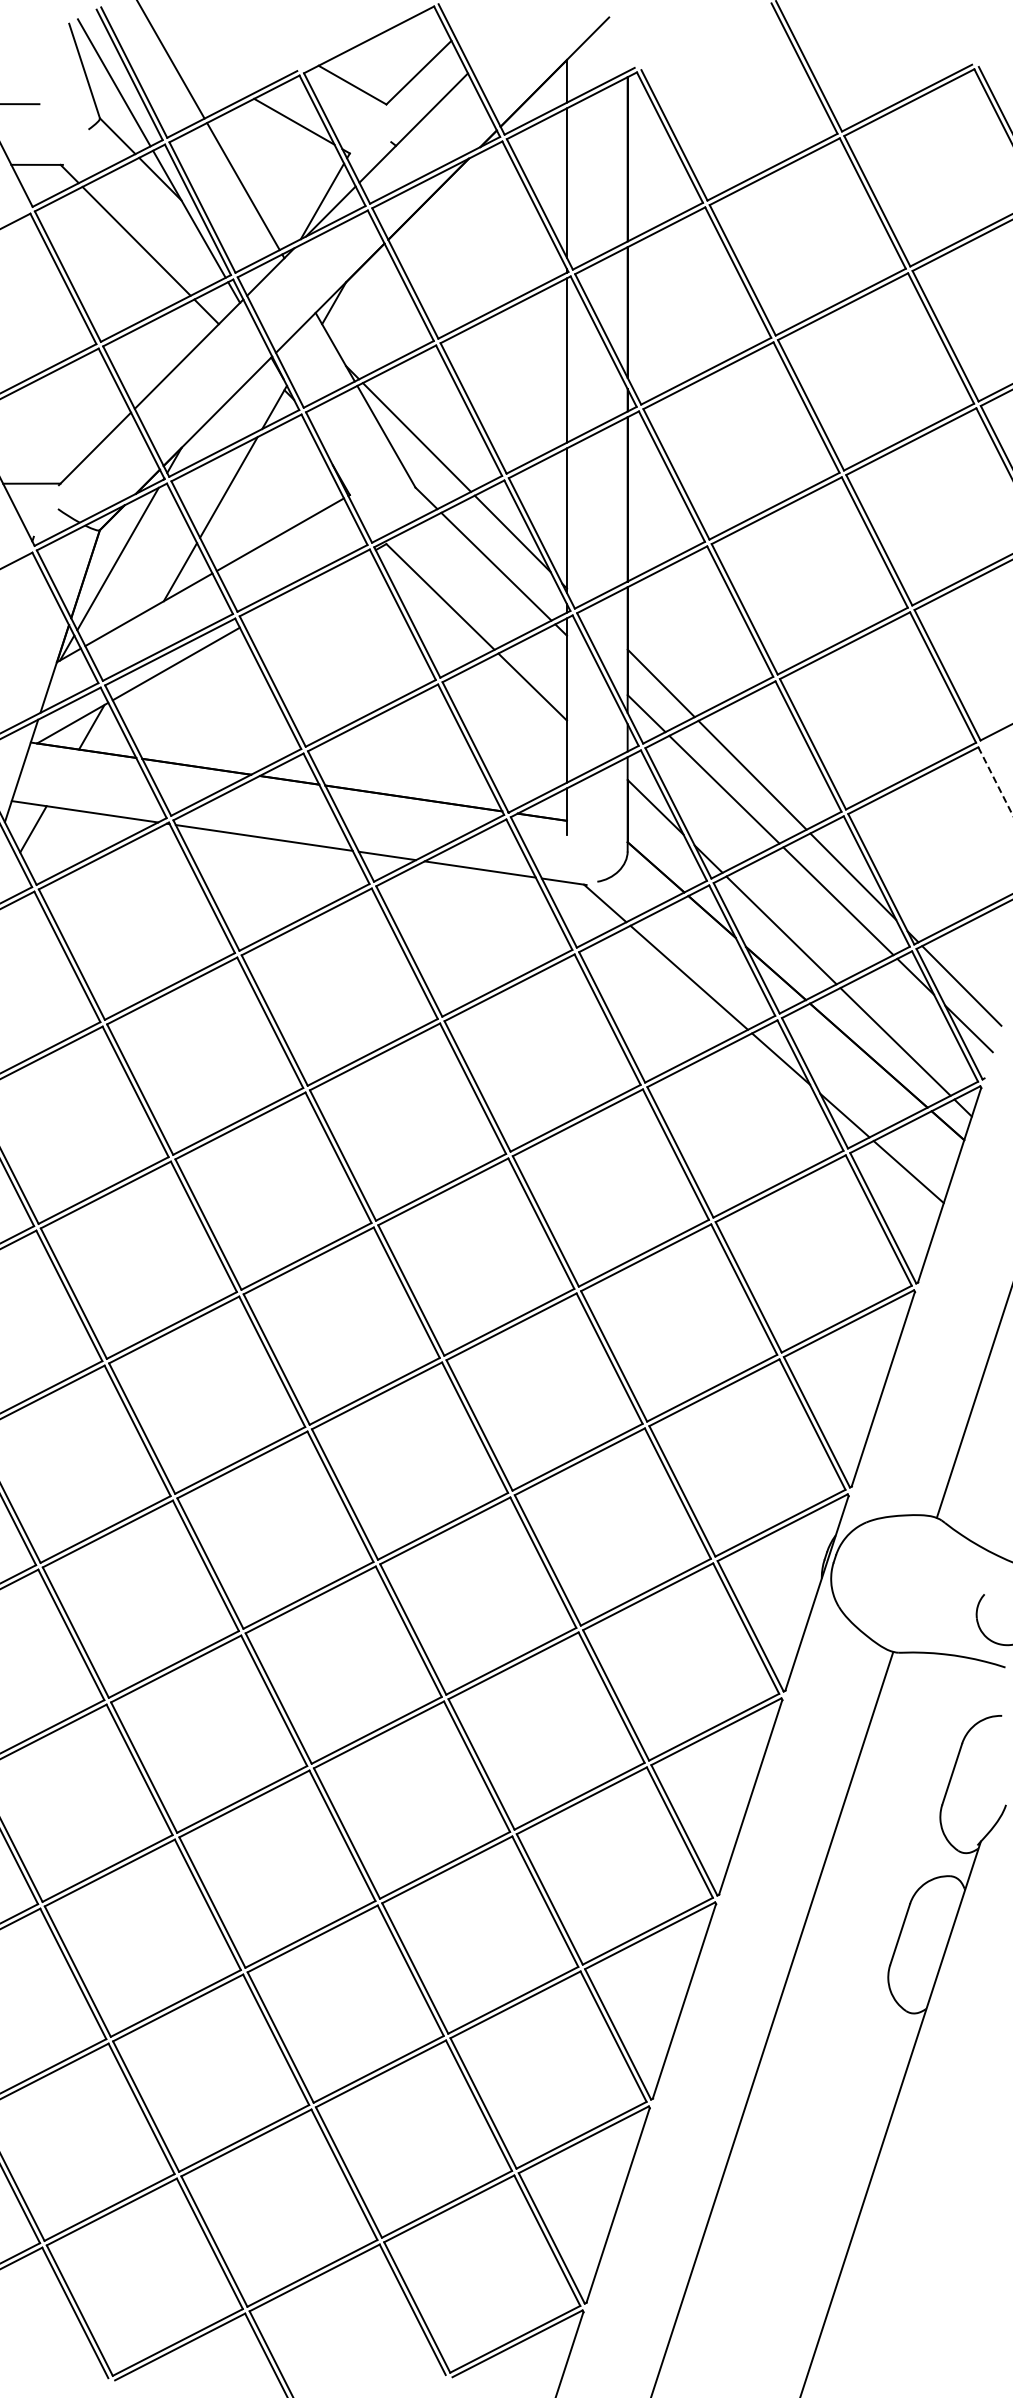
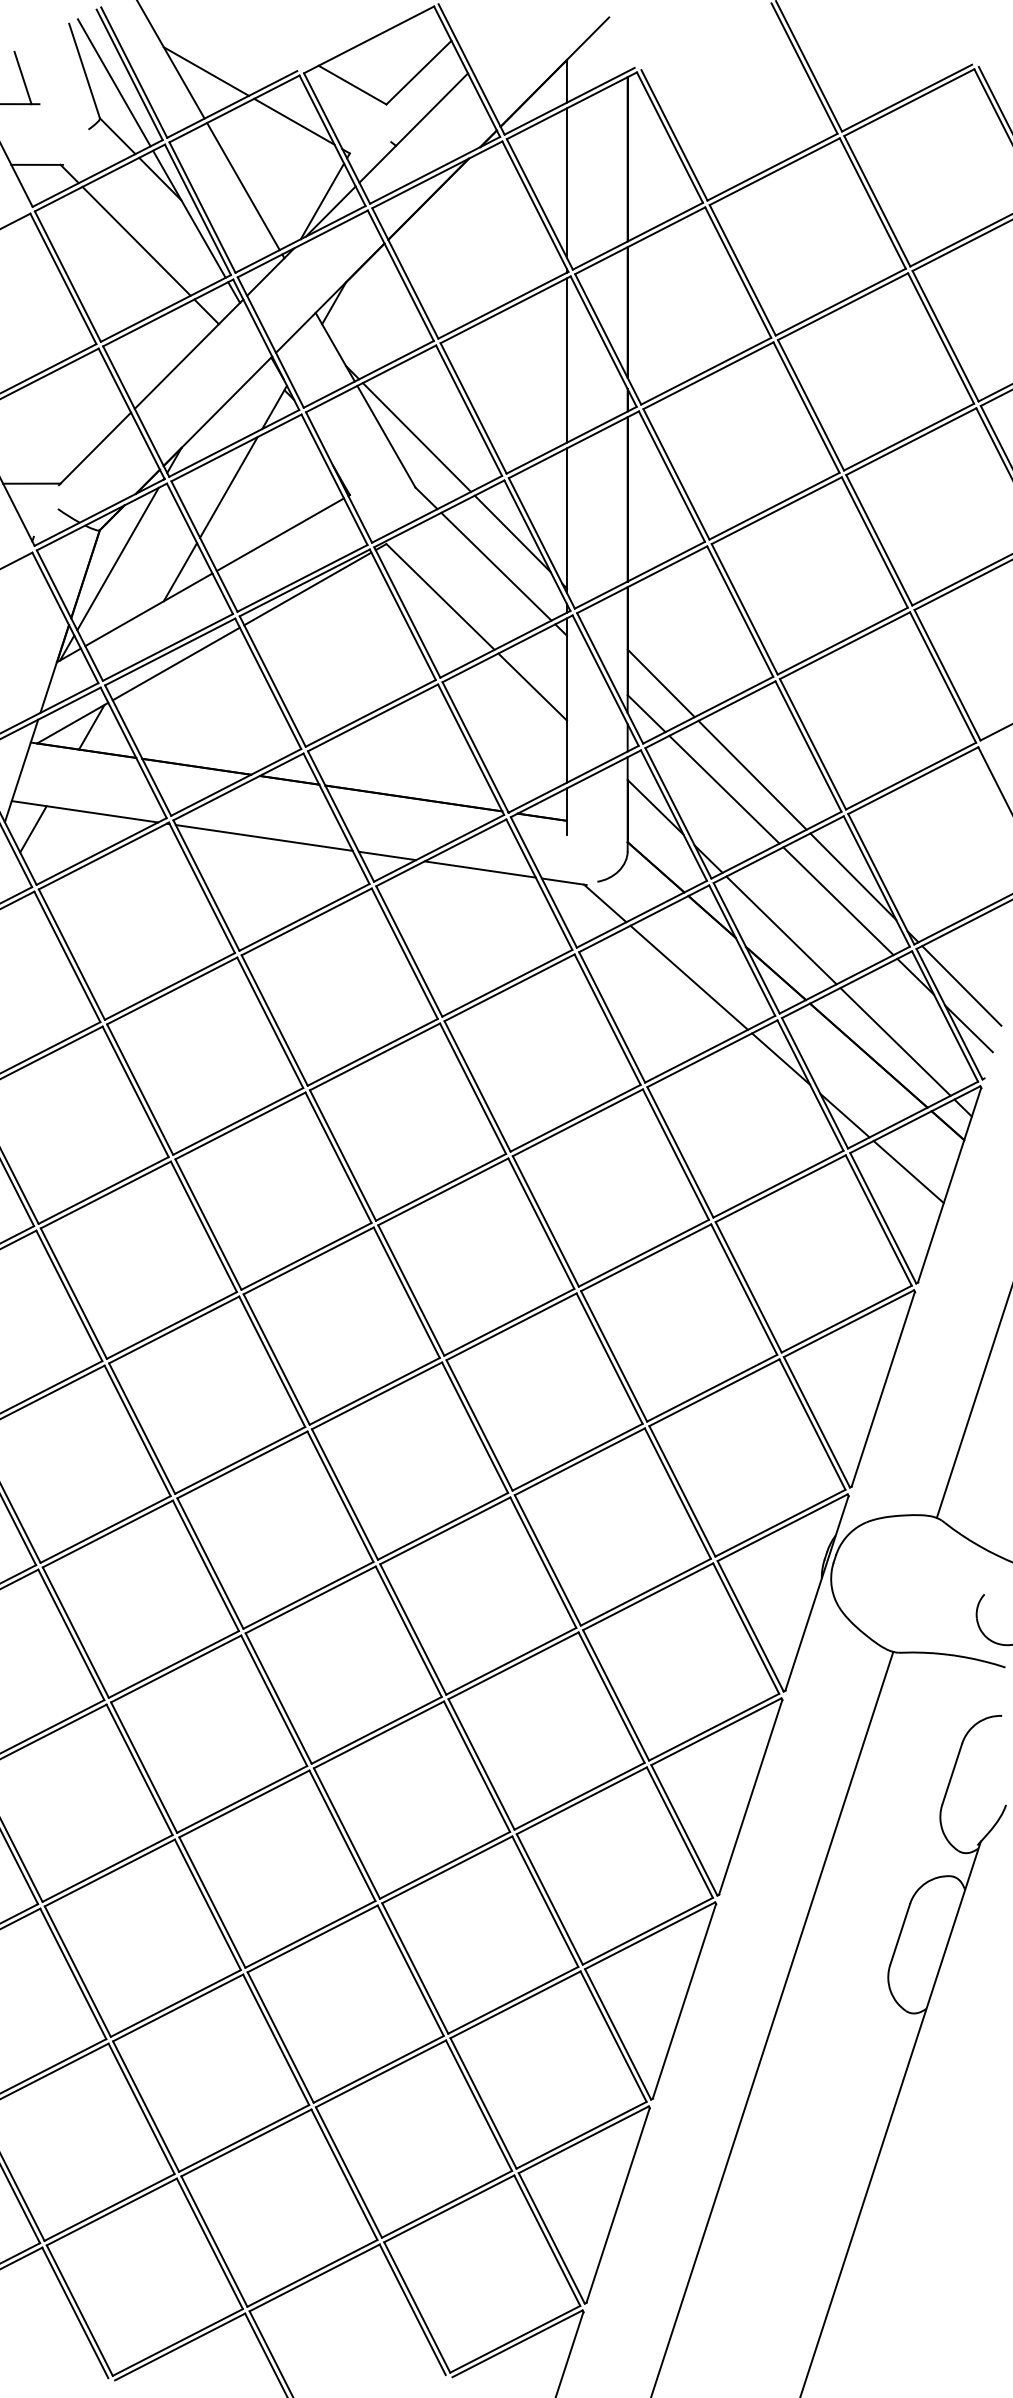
line at (205, 71): none -> present
line at (22, 77): none -> present
line at (307, 588): none -> present
line at (995, 781): dashed -> solid
